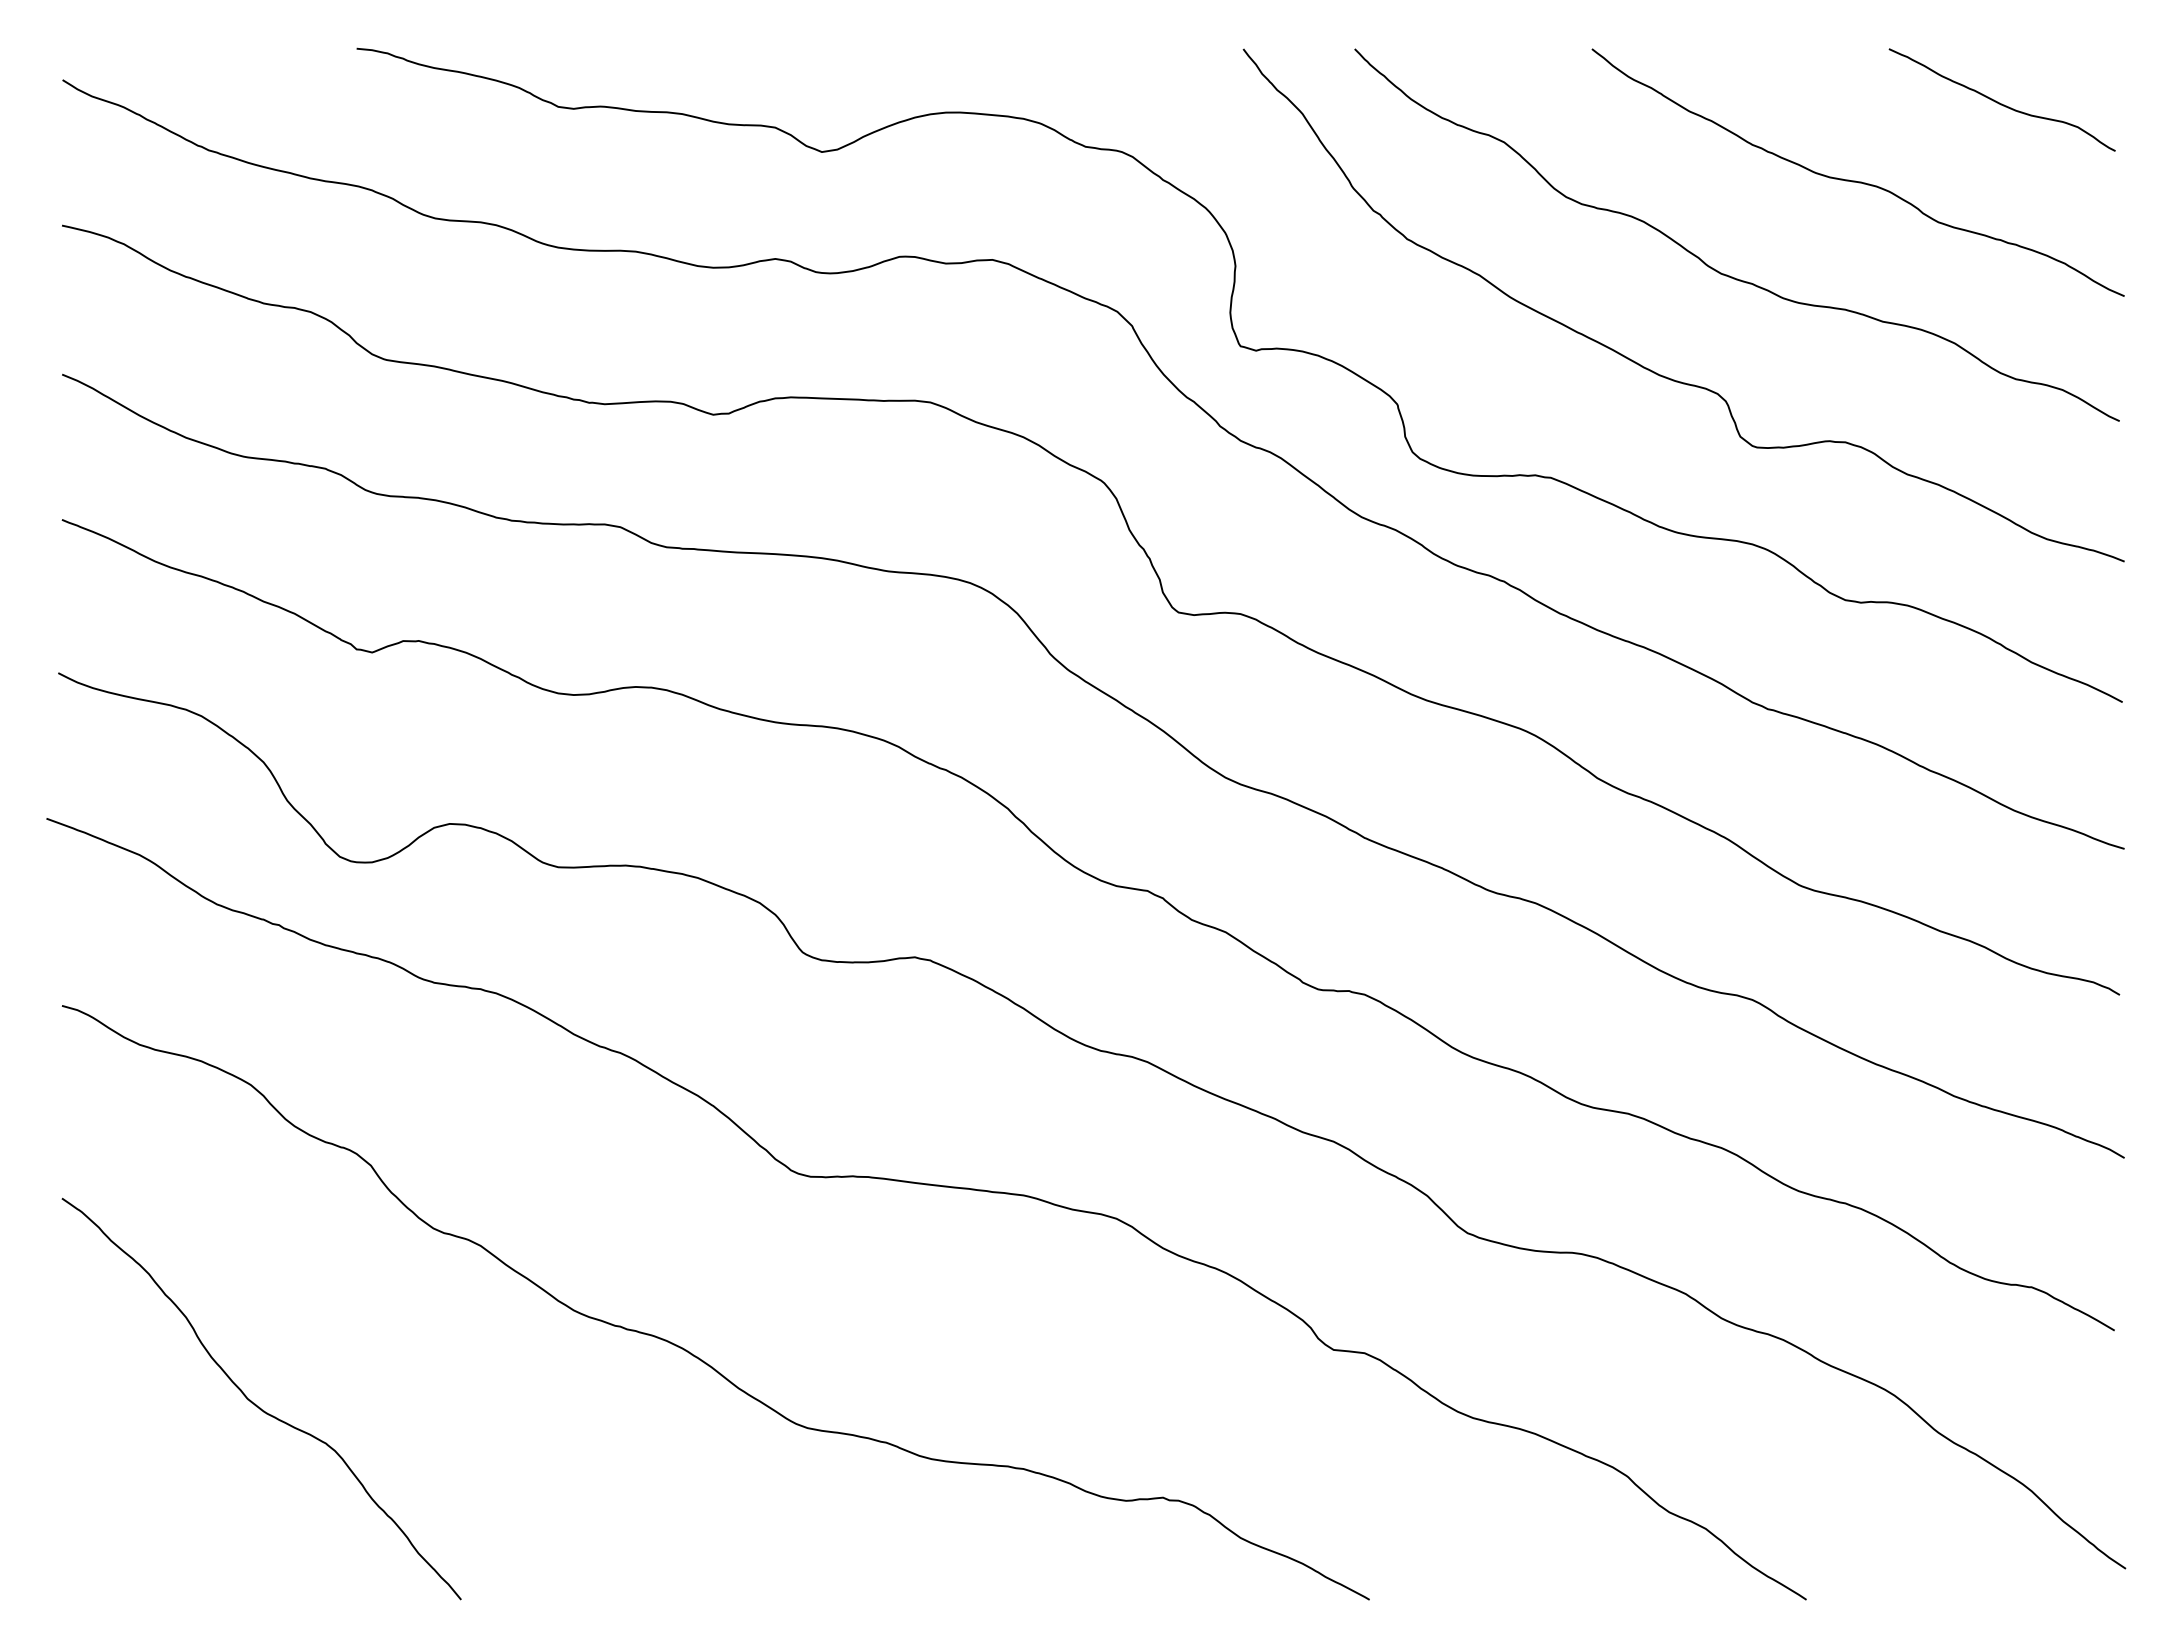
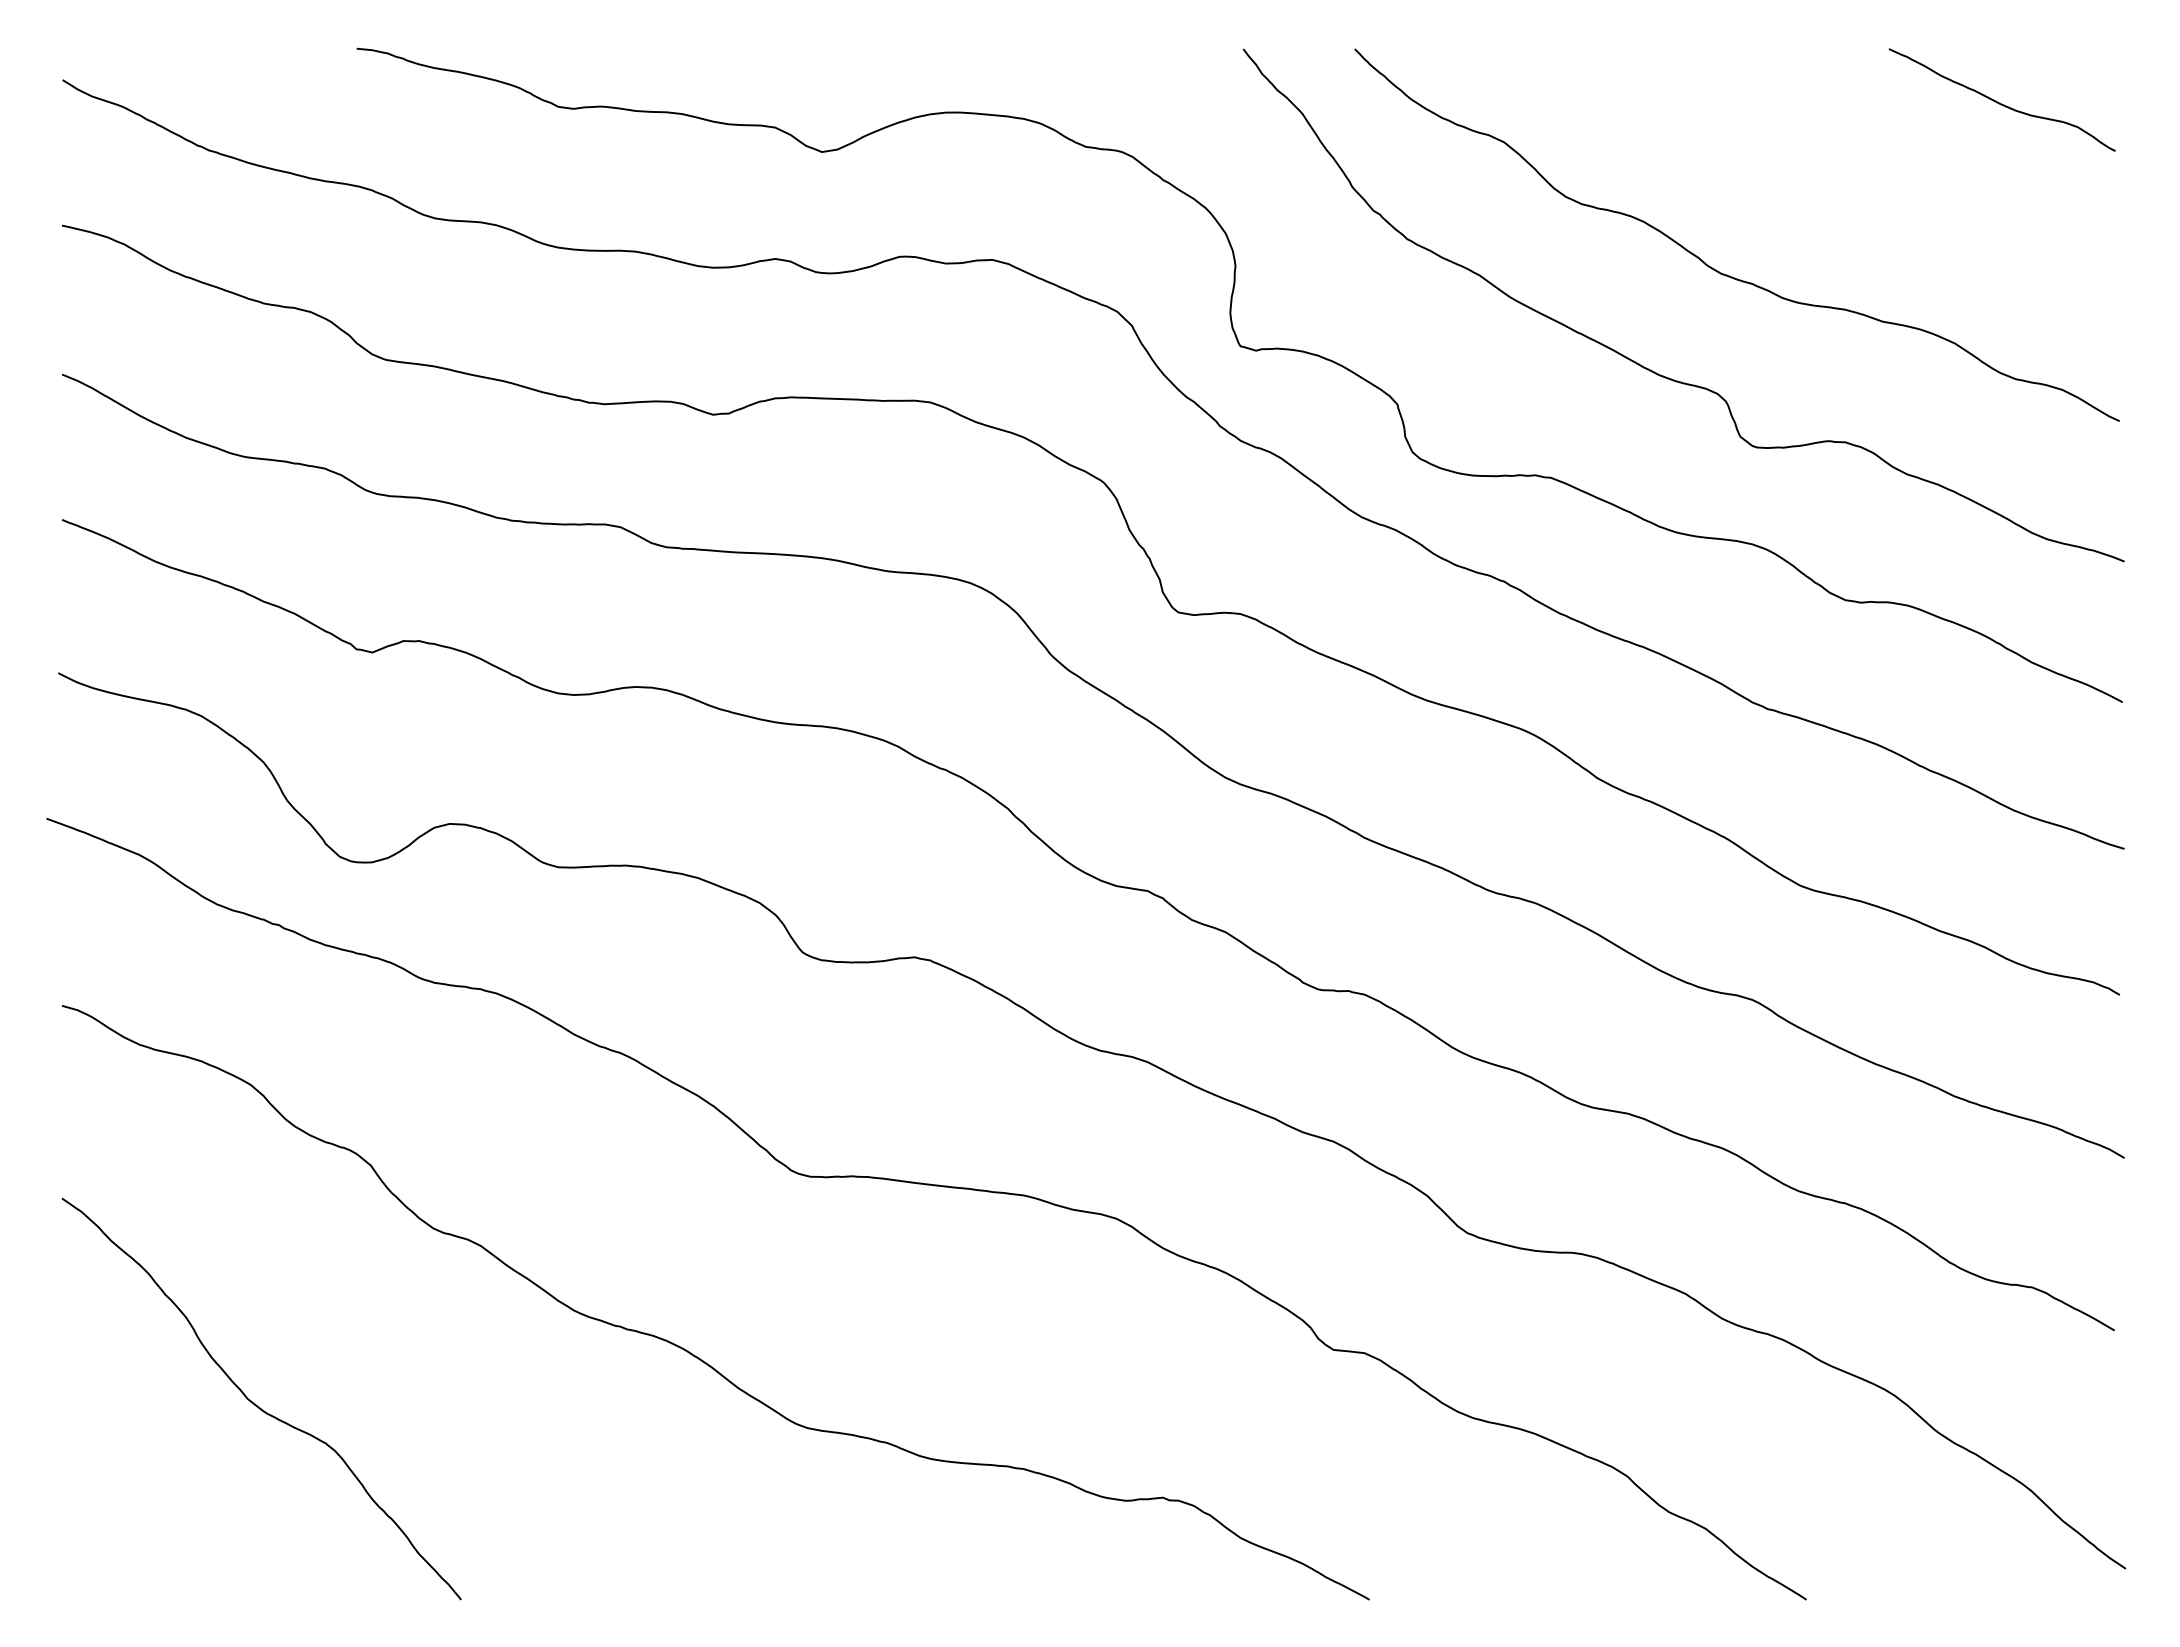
curve at (1855, 180): present -> none
